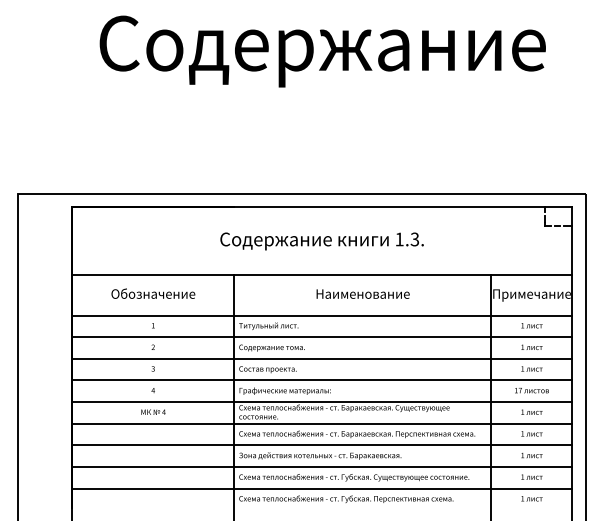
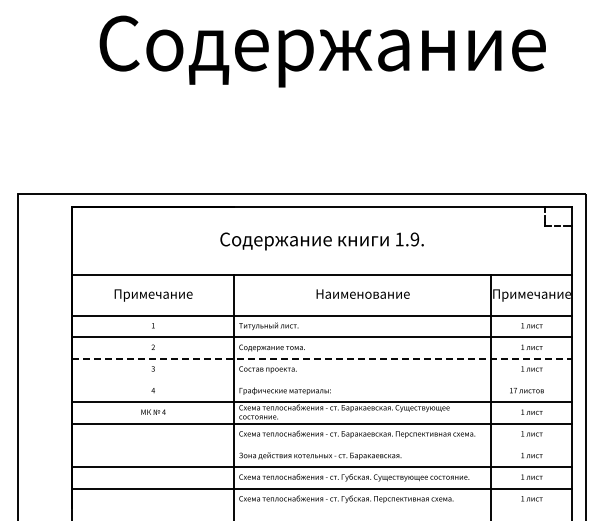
text at (414, 239): 1.3. -> 1.9.
text at (153, 294): Обозначение -> Примечание
line at (322, 358): solid -> dashed
line at (322, 380): present -> none
text at (531, 390) position: (531, 390) -> (526, 390)
line at (322, 445): present -> none
